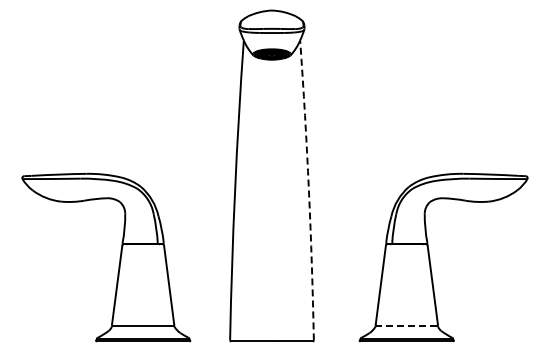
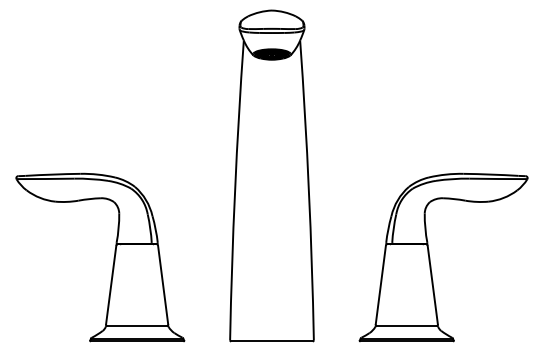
arc at (308, 190): dashed -> solid
part at (119, 257) position: (119, 257) -> (113, 257)
line at (406, 326): dashed -> solid
